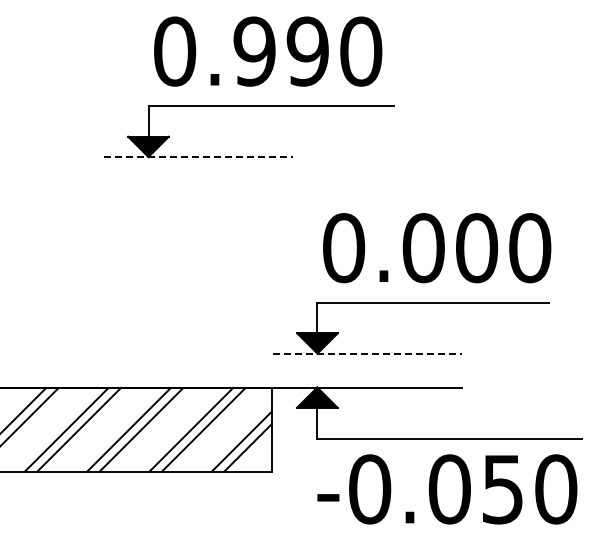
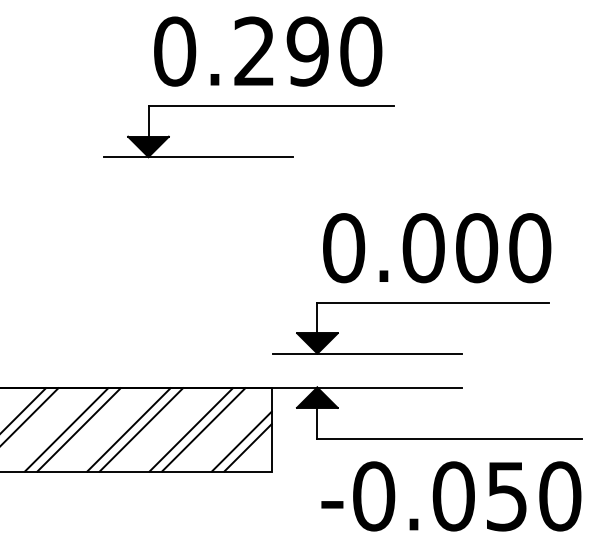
text at (254, 51): 0.990 -> 0.290
line at (198, 157): dashed -> solid
line at (367, 353): dashed -> solid
text at (447, 489) position: (447, 489) -> (451, 496)
